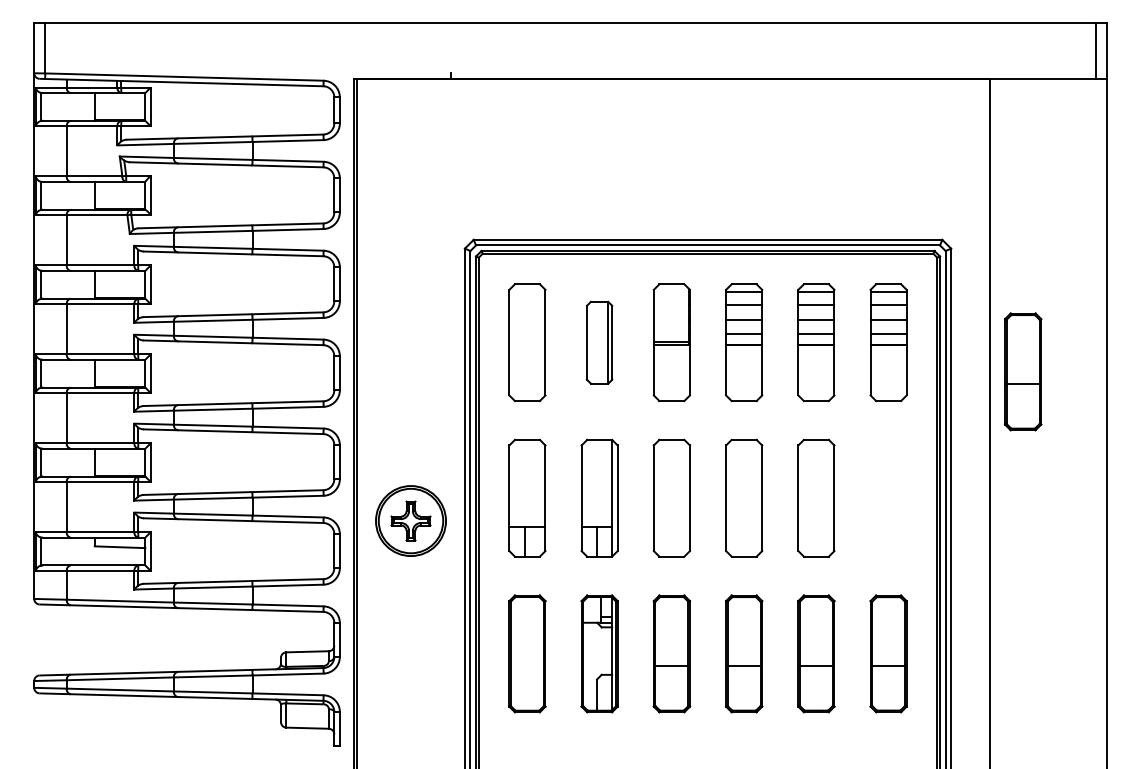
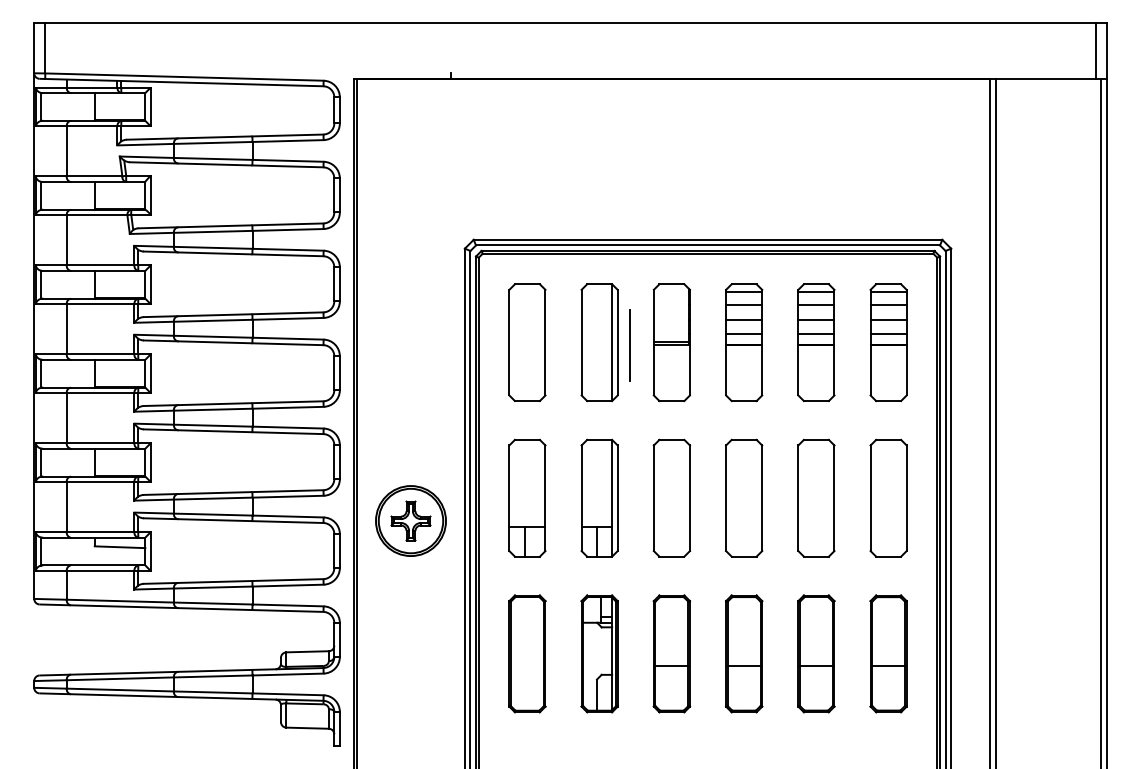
part at (599, 342) size: 29x85 px -> 39x120 px
line at (629, 345): none -> present
part at (1023, 371): present -> none
line at (995, 421): none -> present
line at (1101, 421): none -> present
part at (888, 497): none -> present
